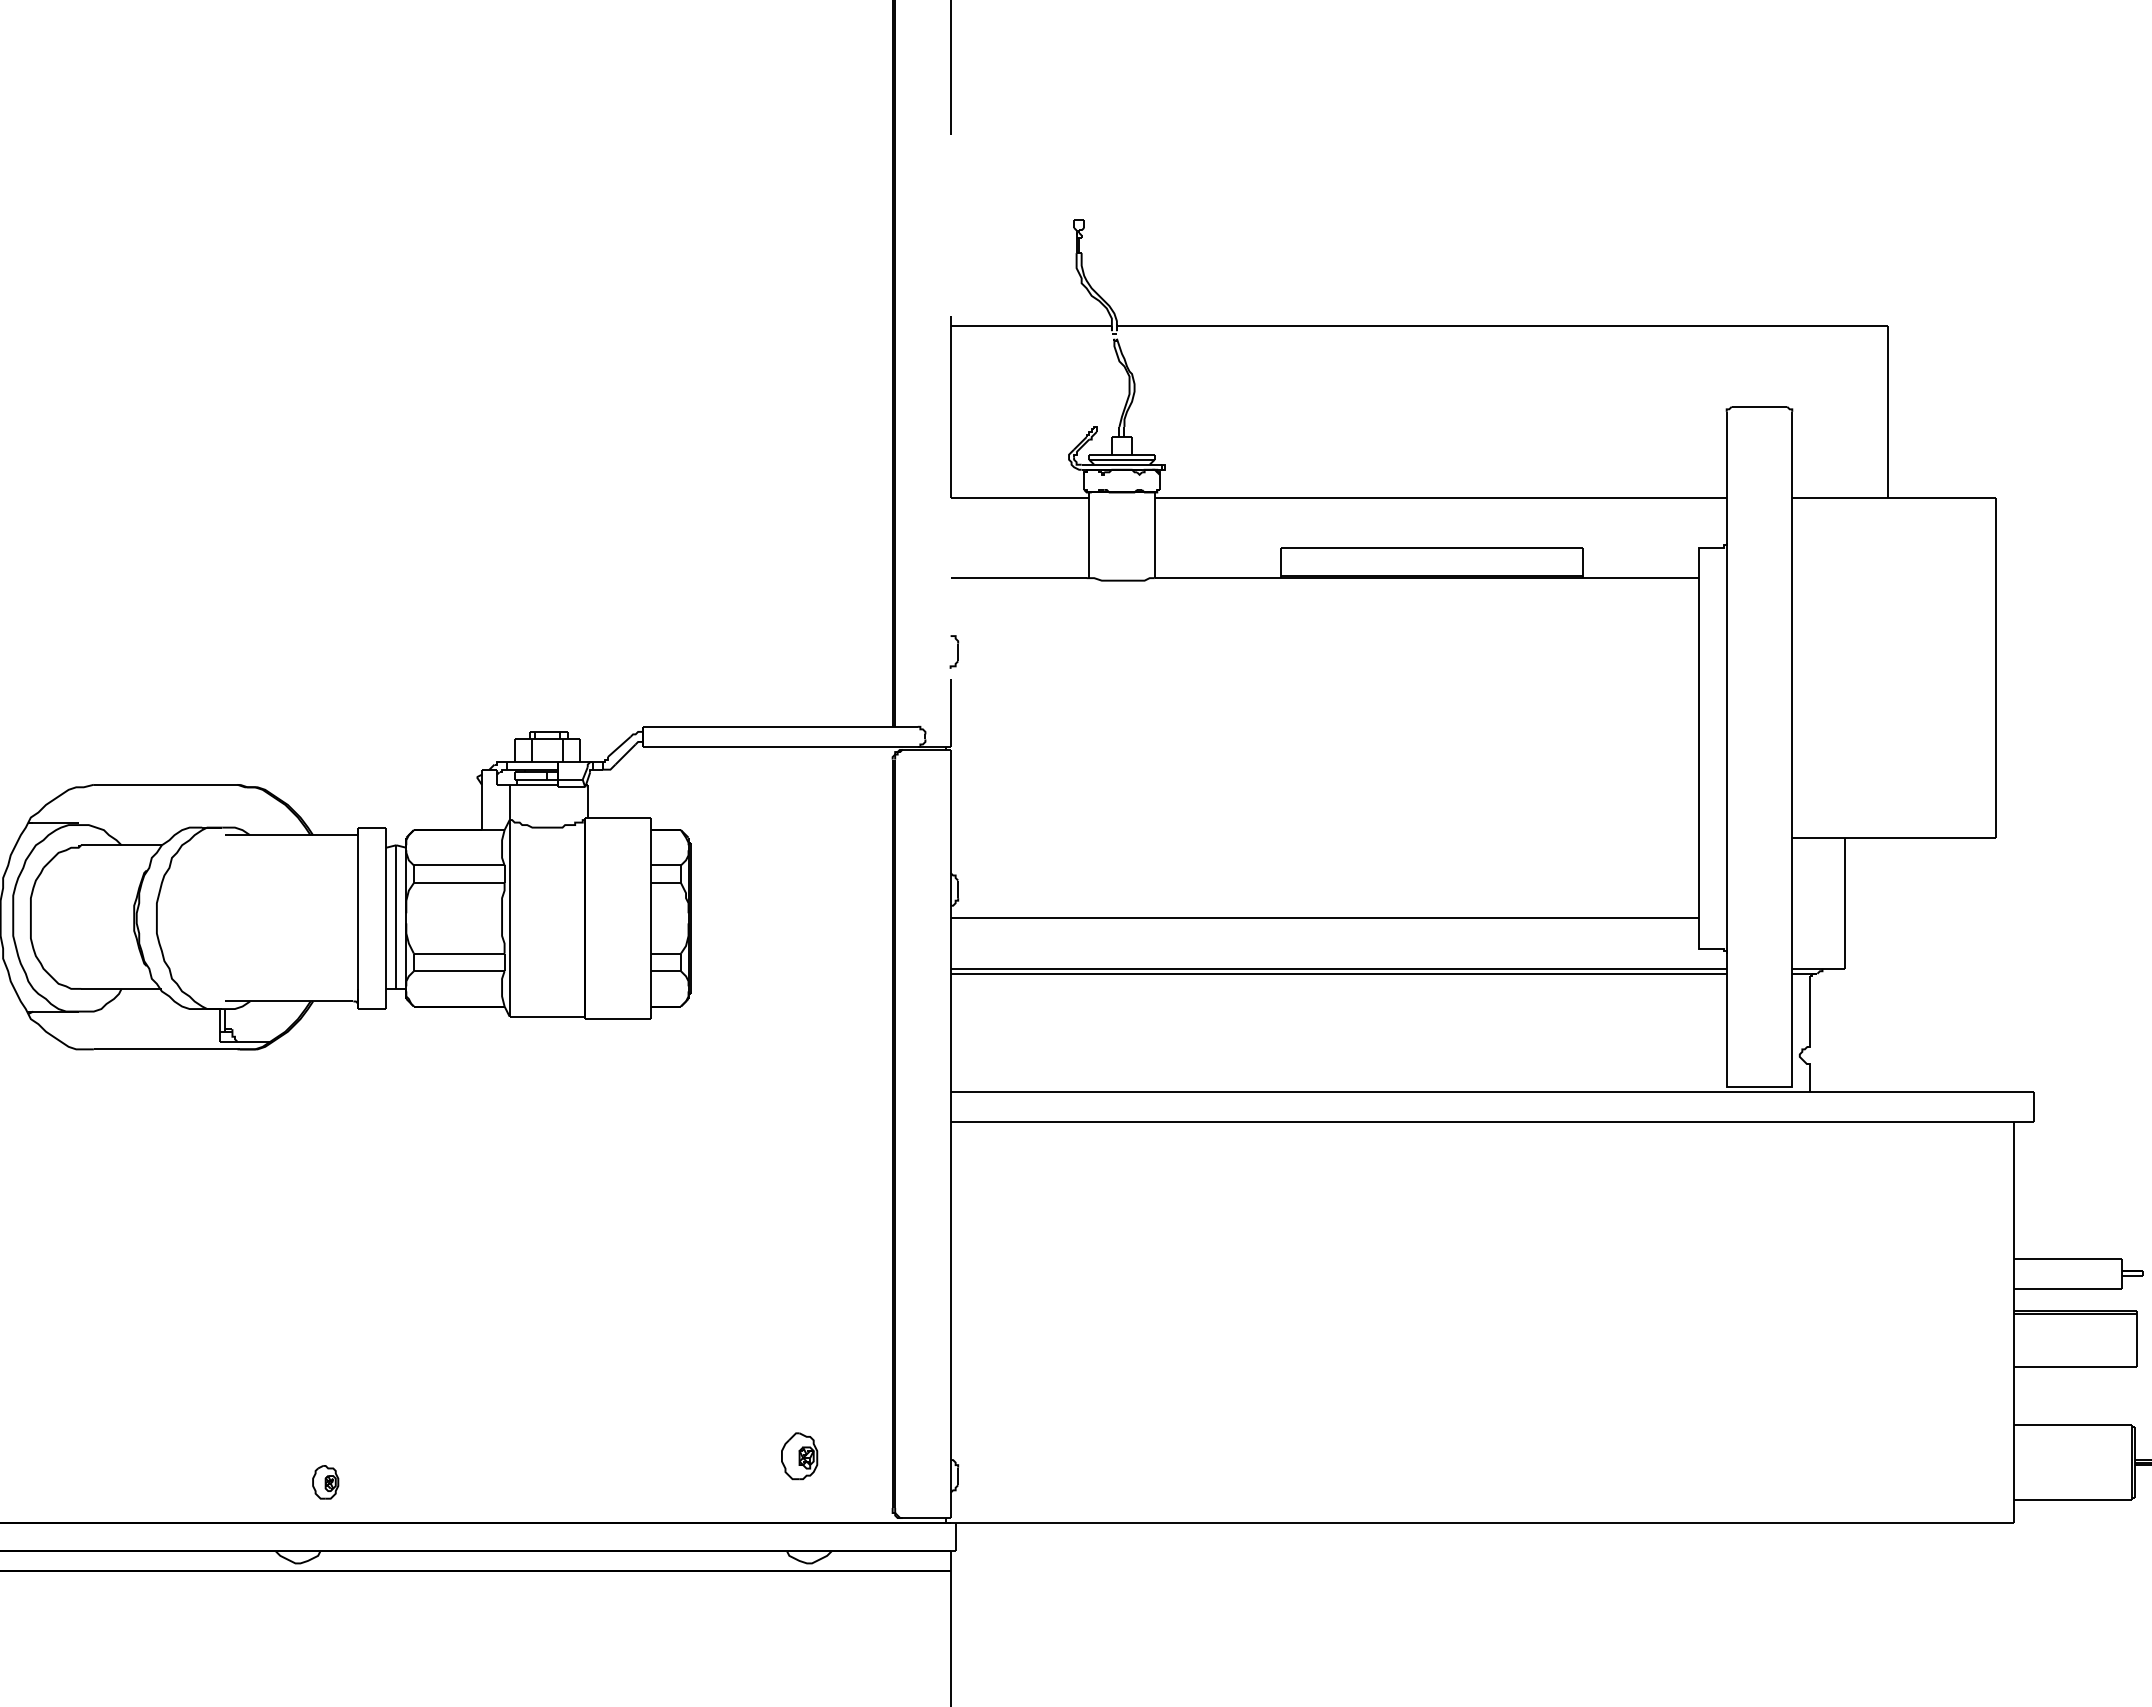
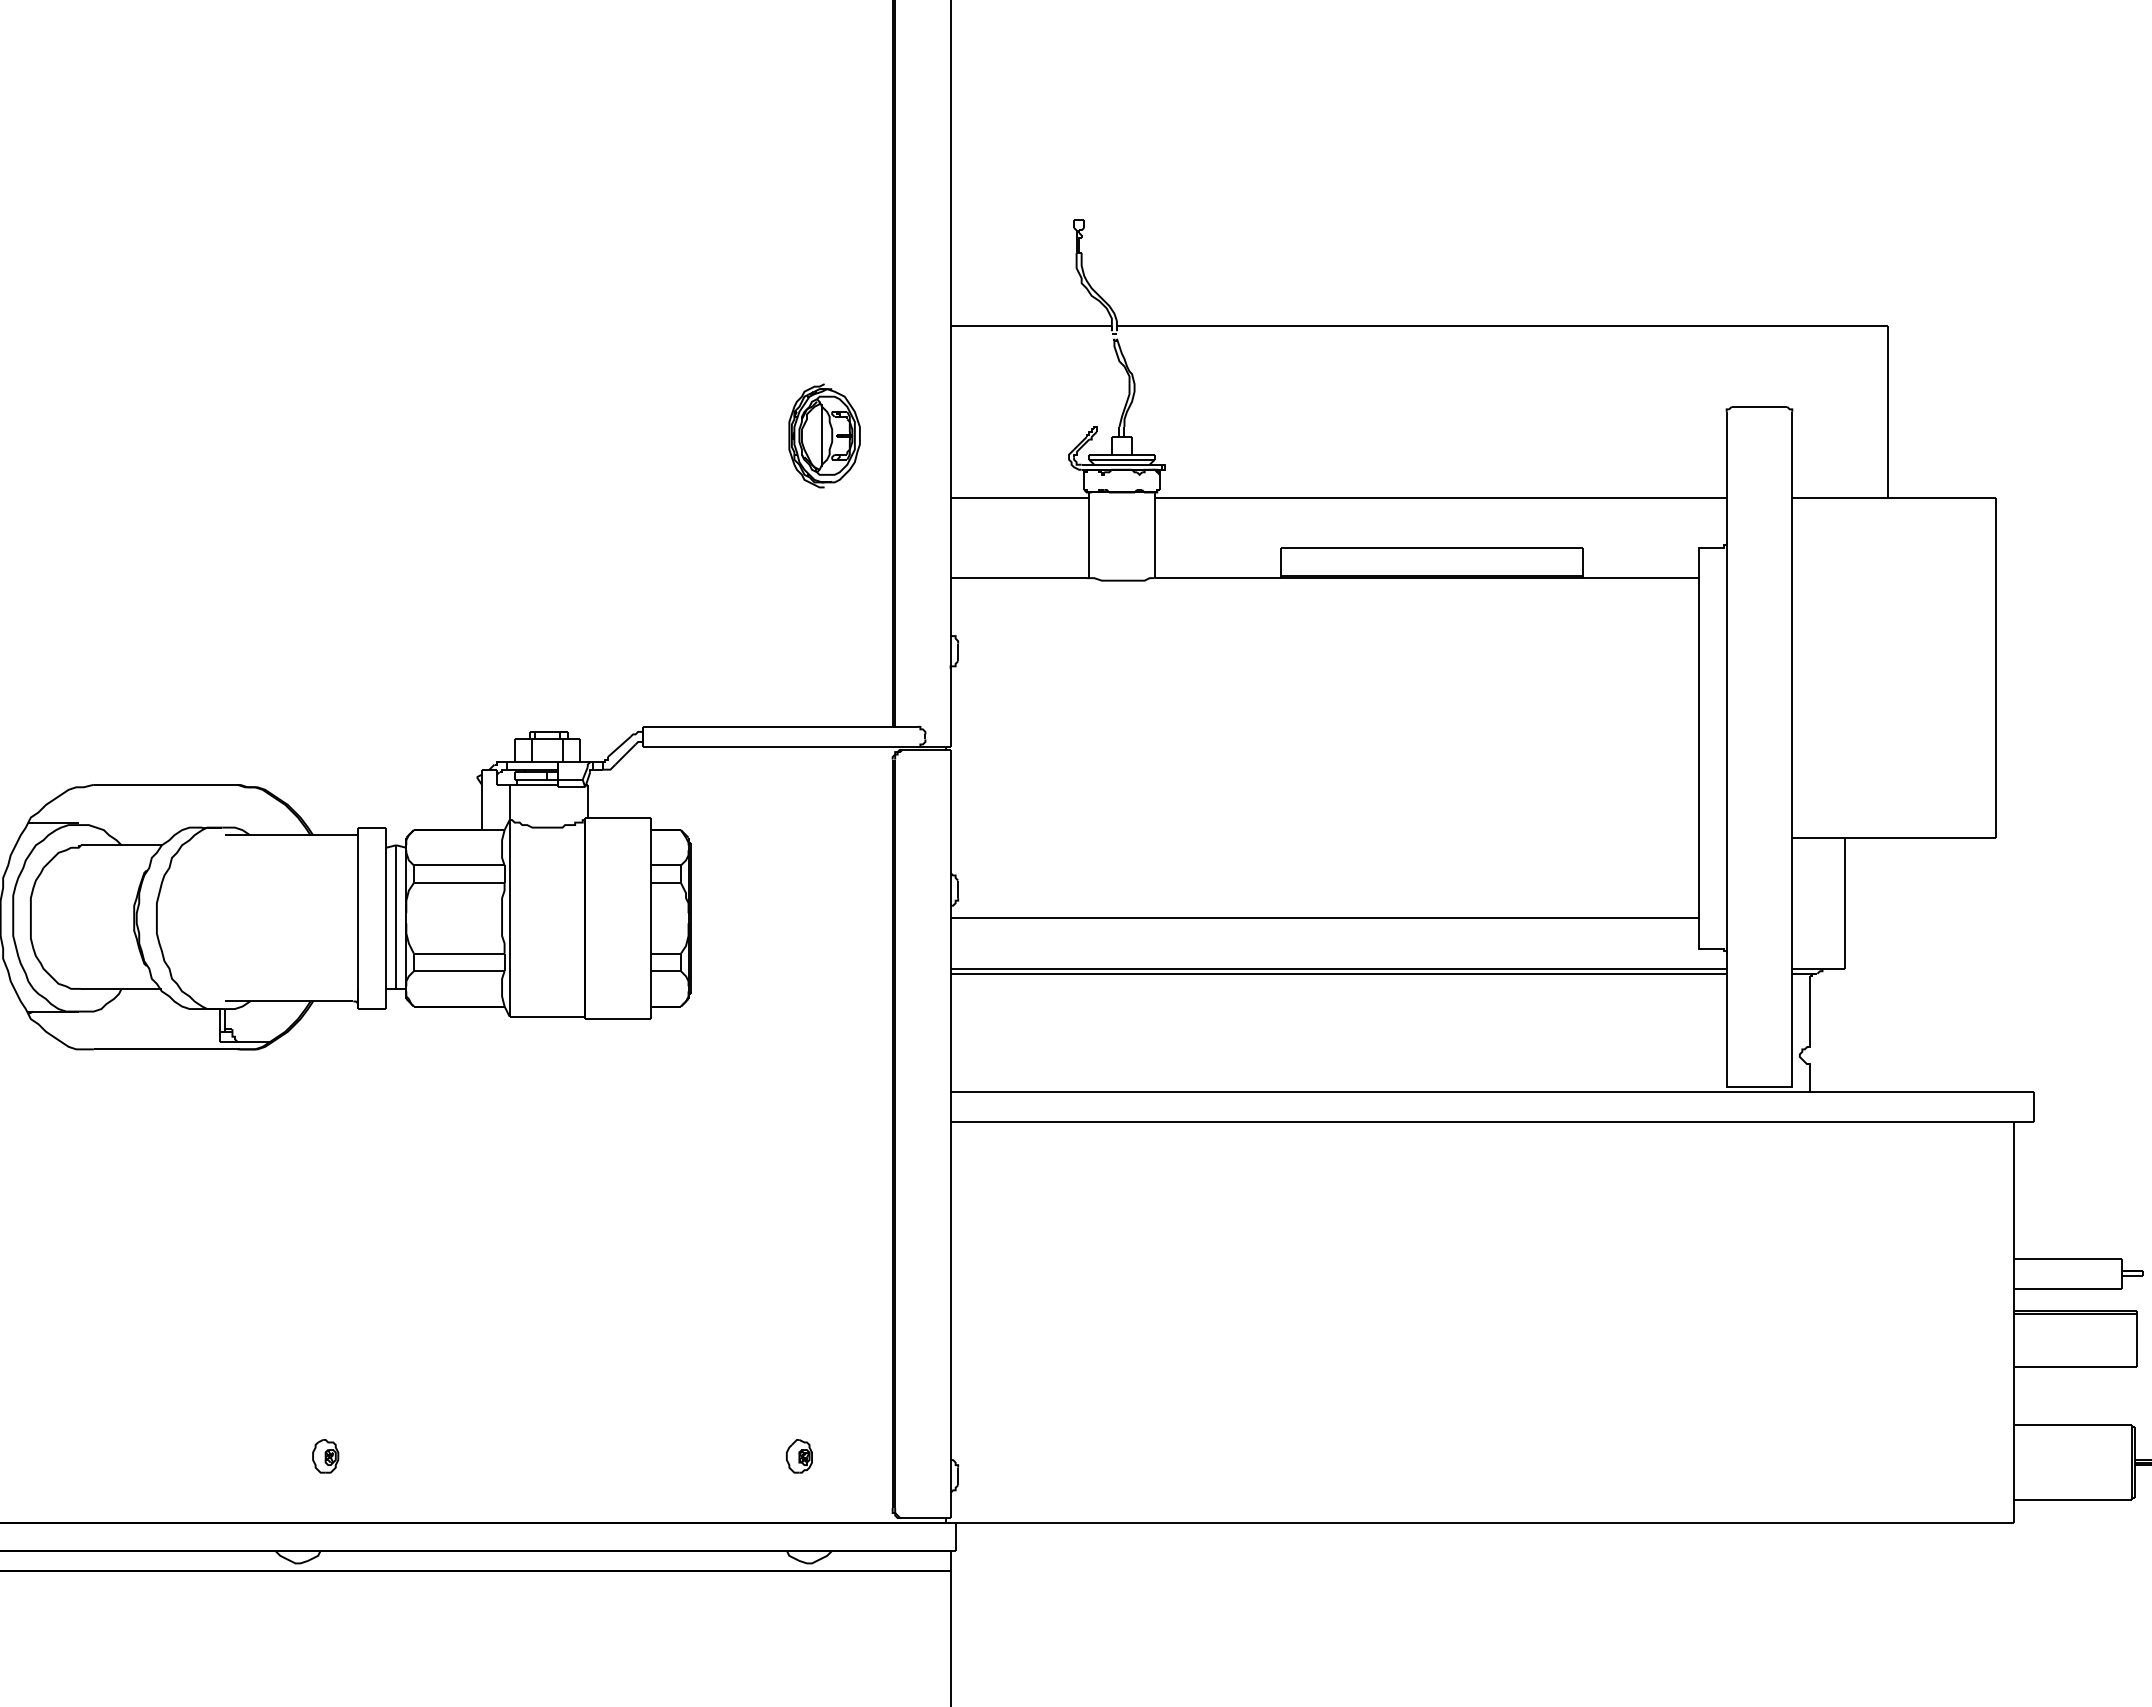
line at (950, 374): dashed -> solid
part at (824, 435): none -> present
part at (799, 1456) size: 38x49 px -> 28x35 px
part at (325, 1482) position: (325, 1482) -> (325, 1456)
